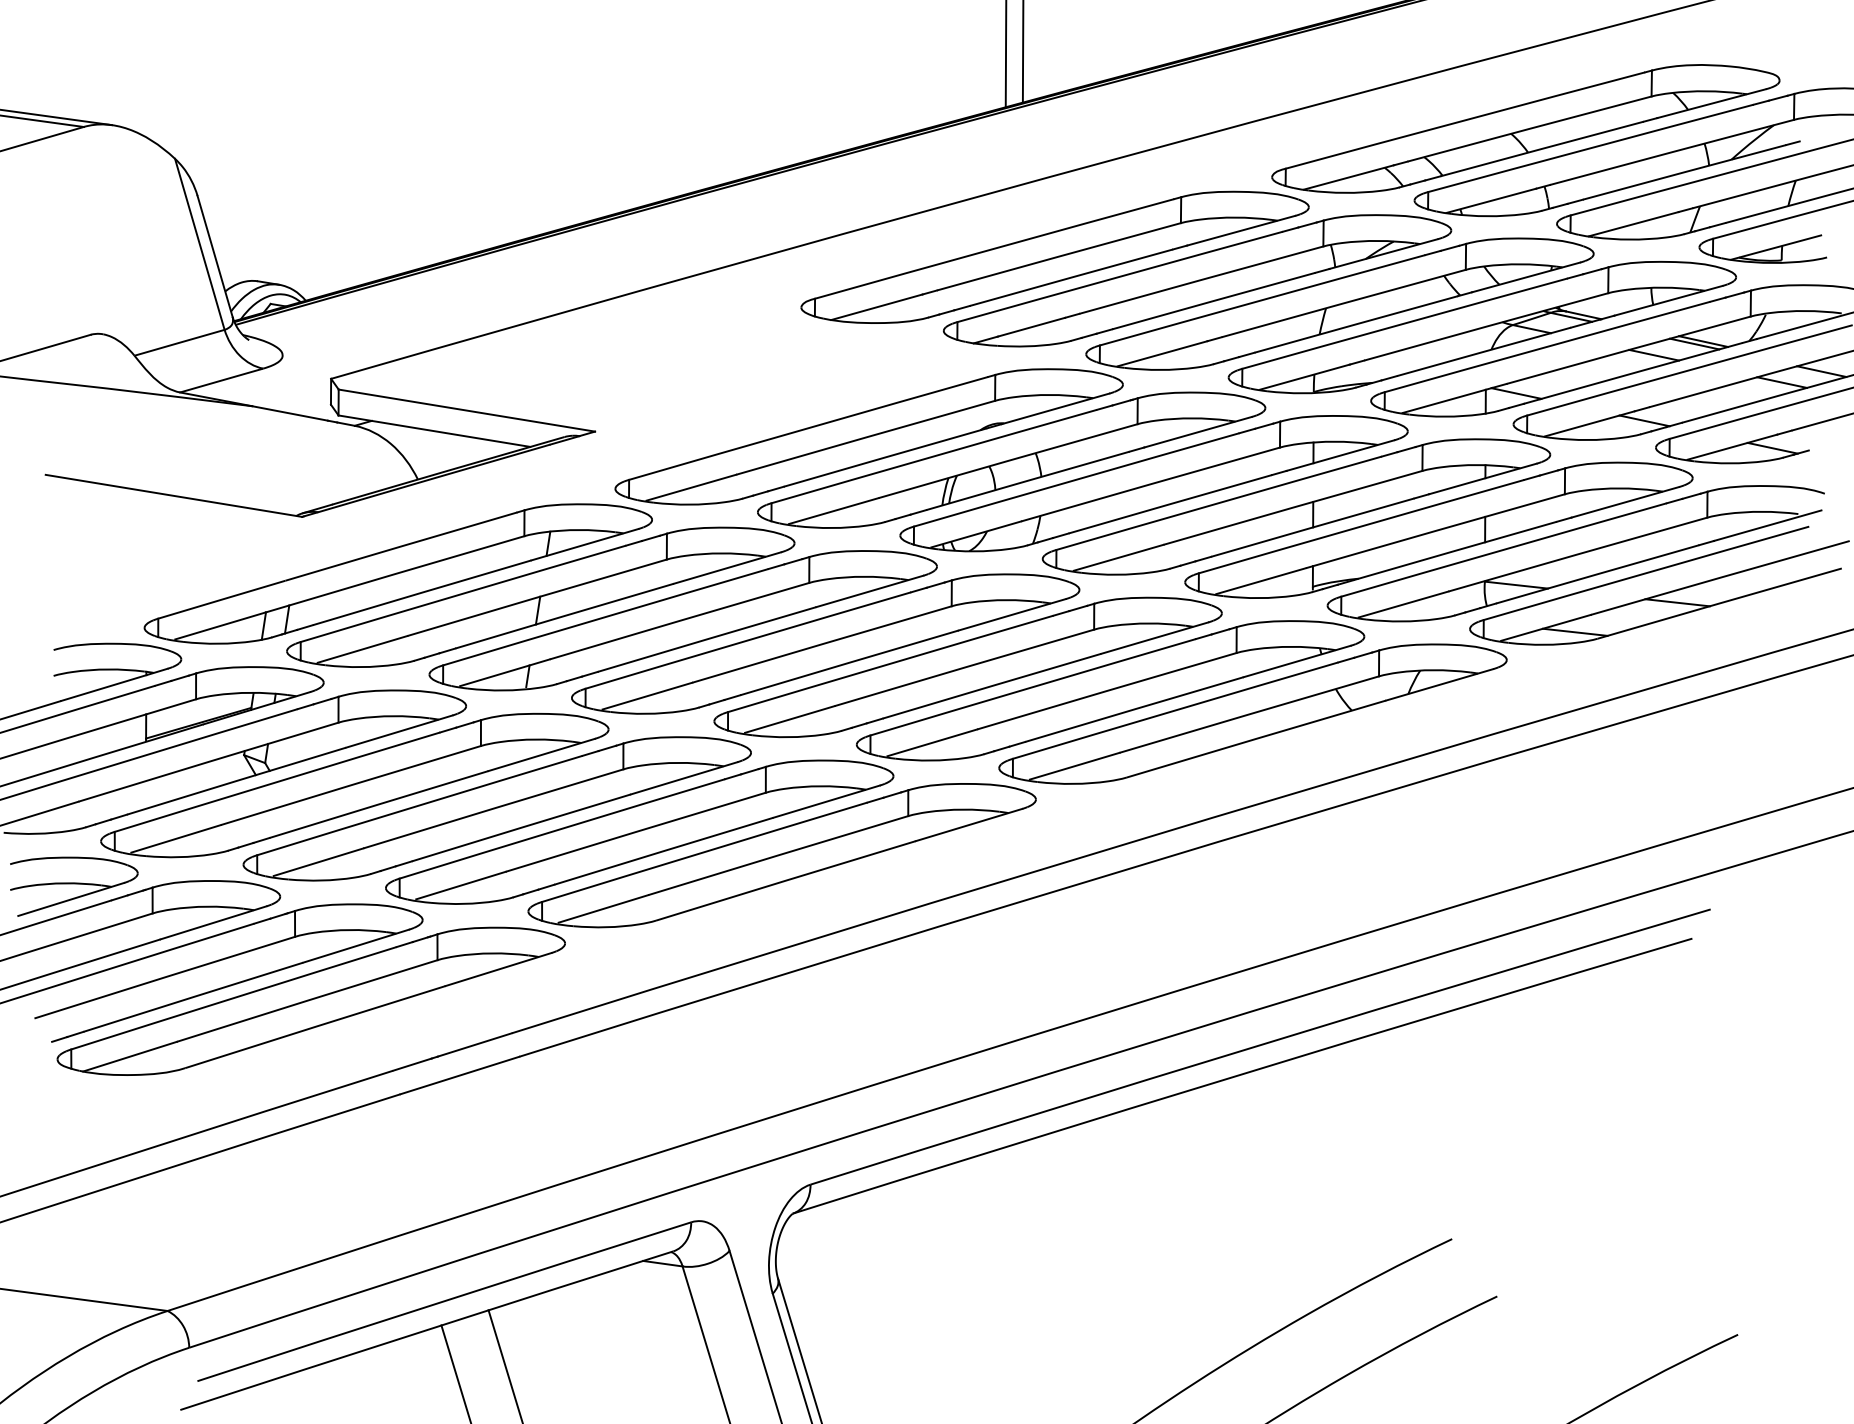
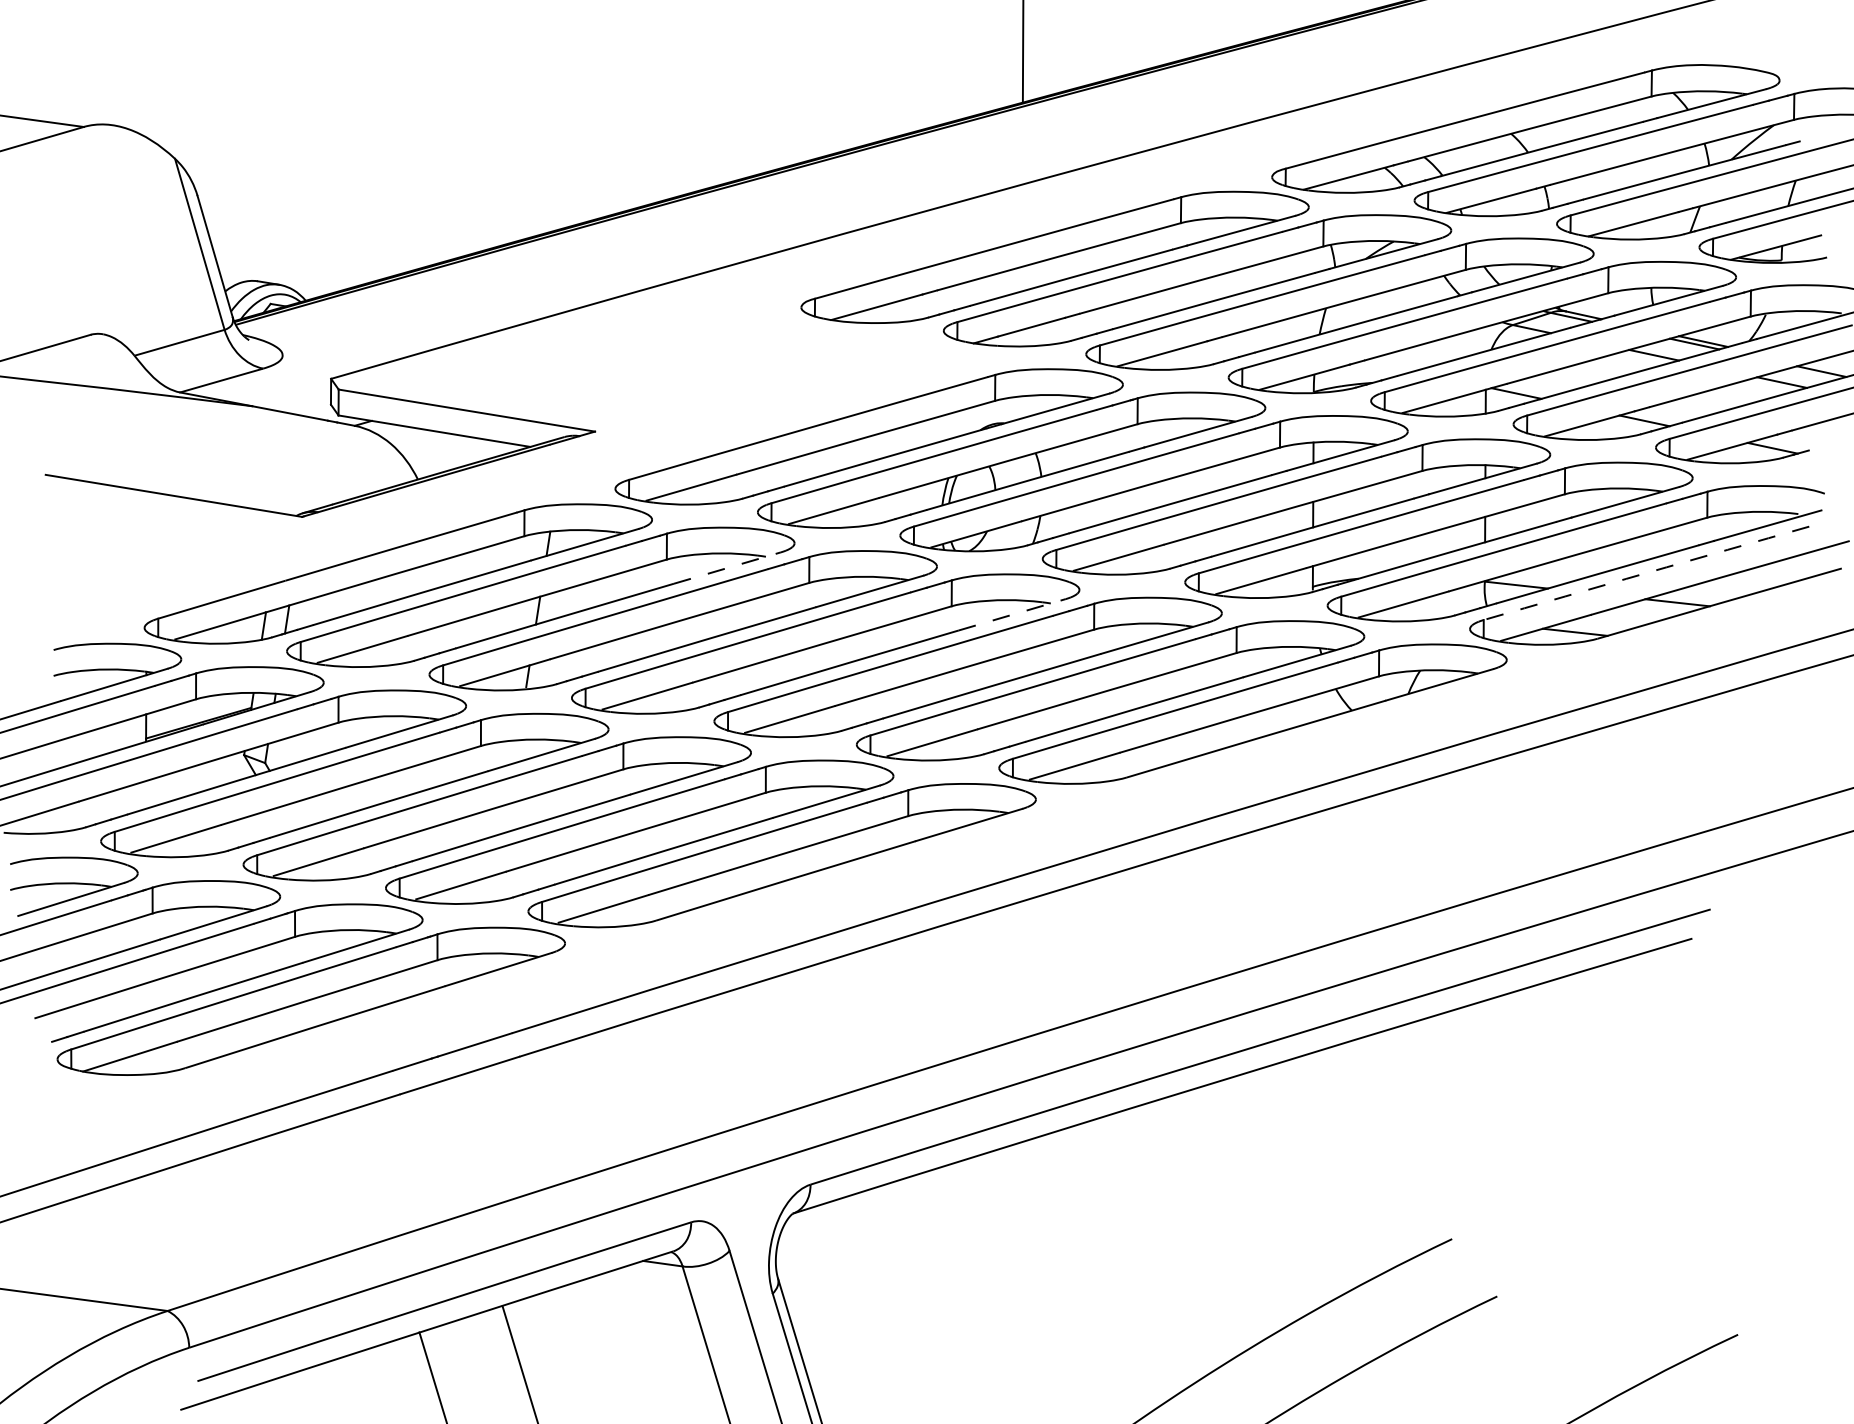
line at (1005, 54): present -> none
line at (57, 117): present -> none
line at (727, 568): solid -> dashed
arc at (1646, 573): solid -> dashed
line at (1012, 614): solid -> dashed
line at (504, 1365) position: (504, 1365) -> (519, 1363)
line at (455, 1372) position: (455, 1372) -> (432, 1376)
